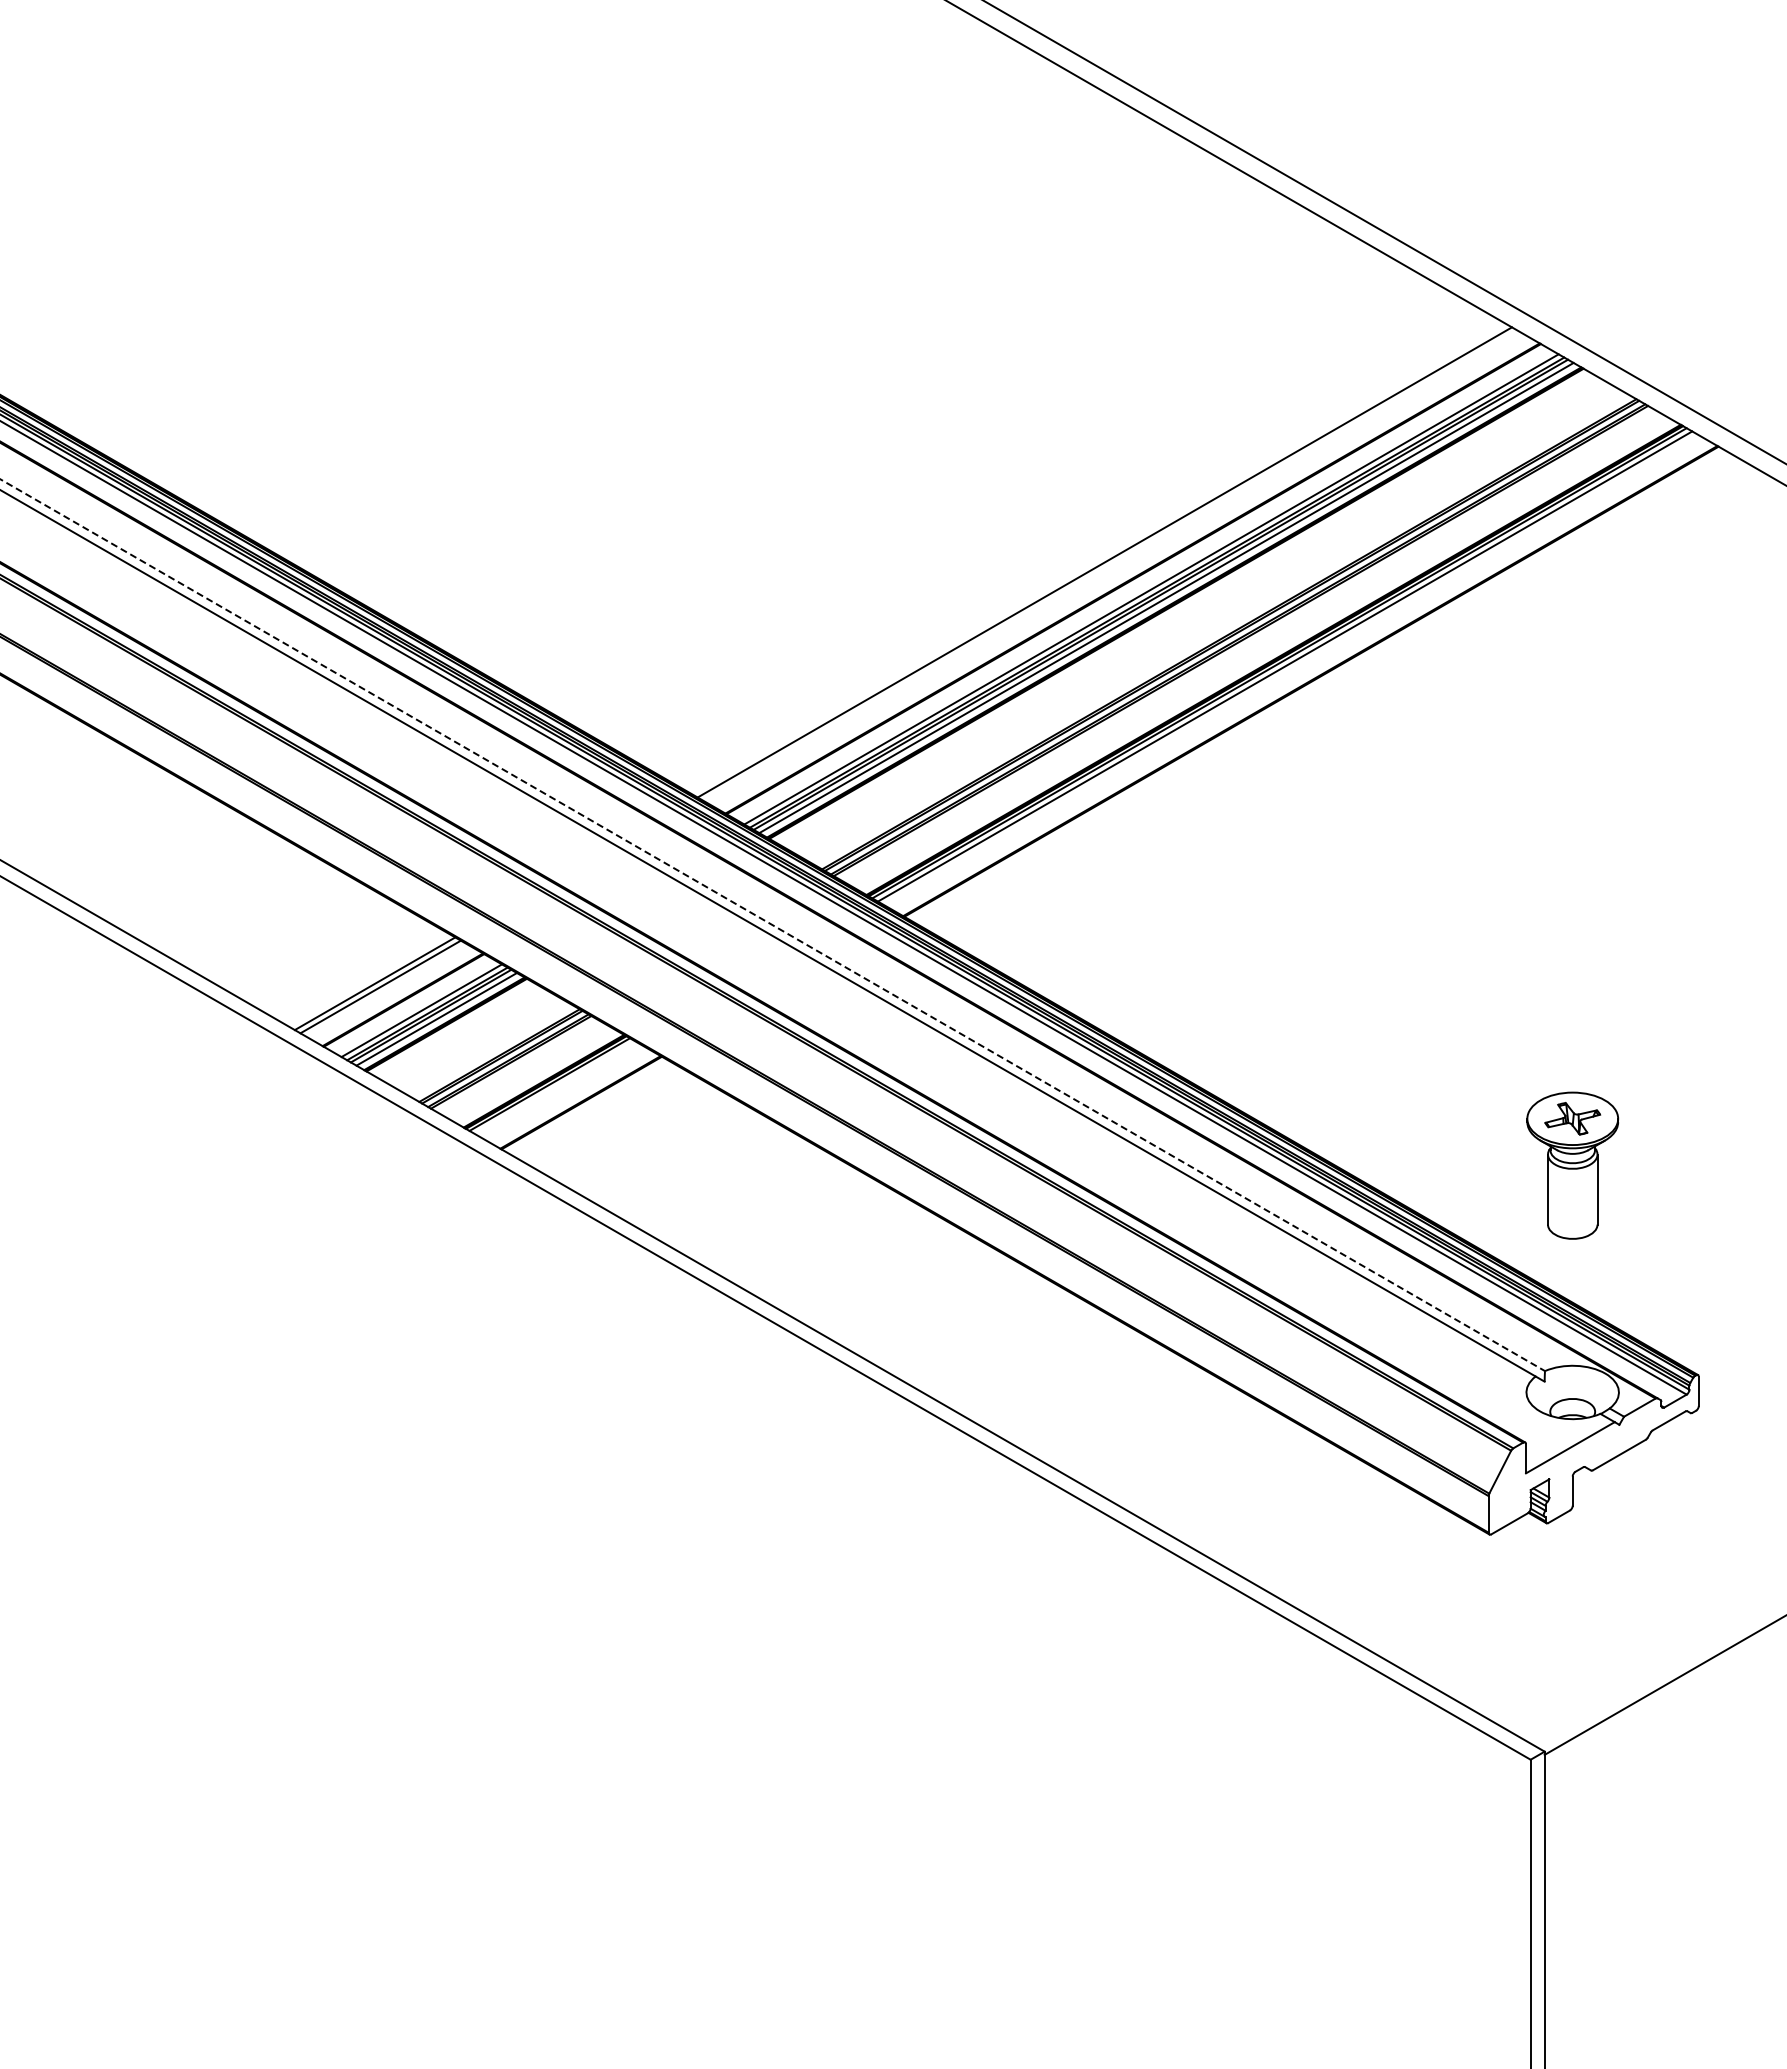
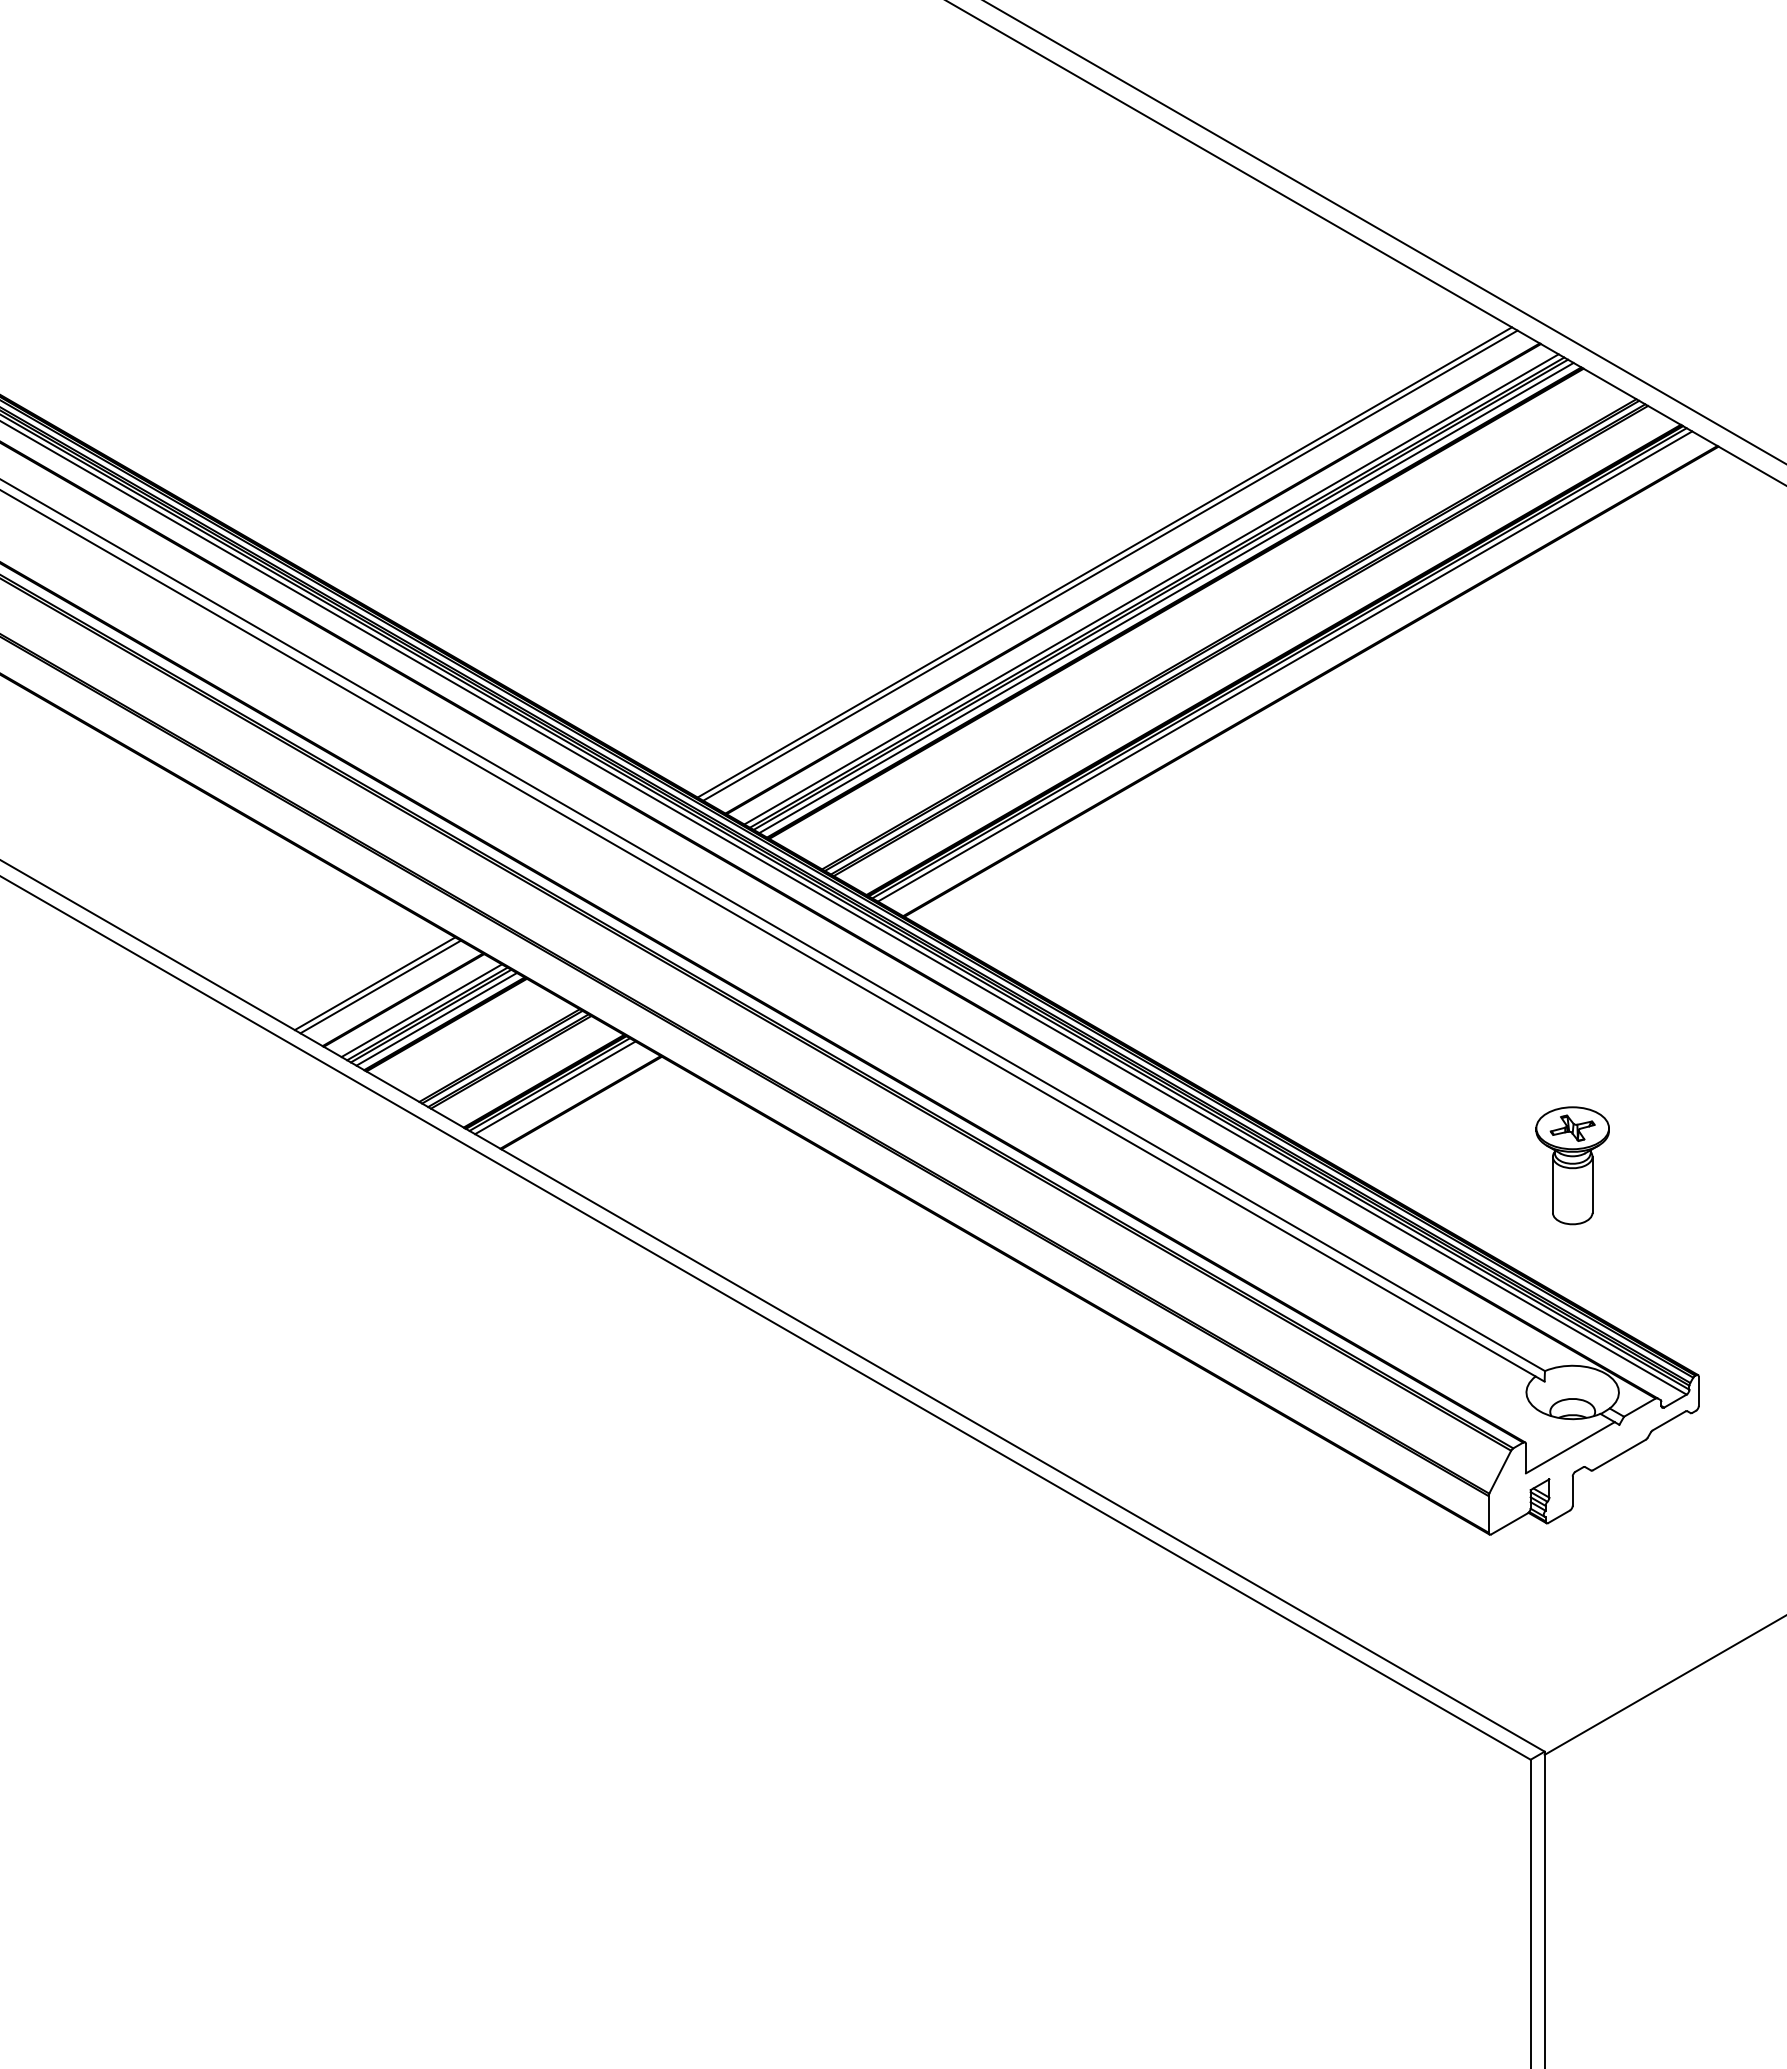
line at (1110, 565): none -> present
line at (772, 925): dashed -> solid
line at (555, 1087): none -> present
part at (1572, 1165) size: 94x149 px -> 75x120 px
